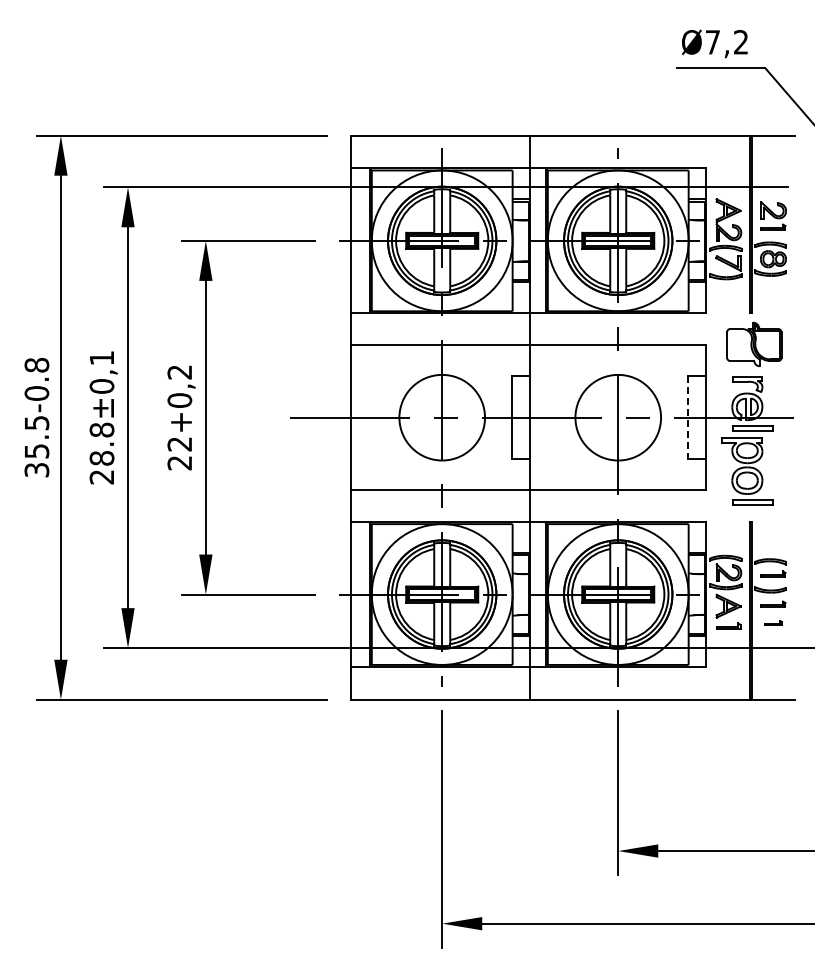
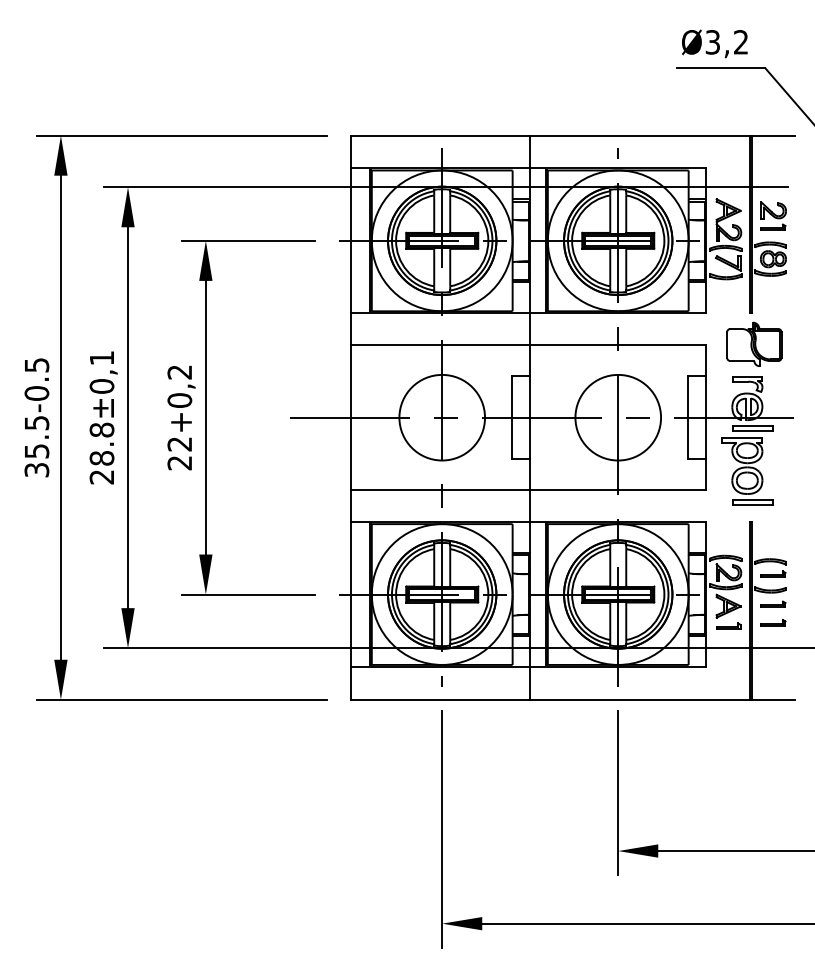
text at (712, 42): Ø7,2 -> Ø3,2
text at (36, 364): 35.5-0.8 -> 35.5-0.5
line at (687, 417): dashed -> solid
part at (773, 622) size: 19x6 px -> 27x8 px
